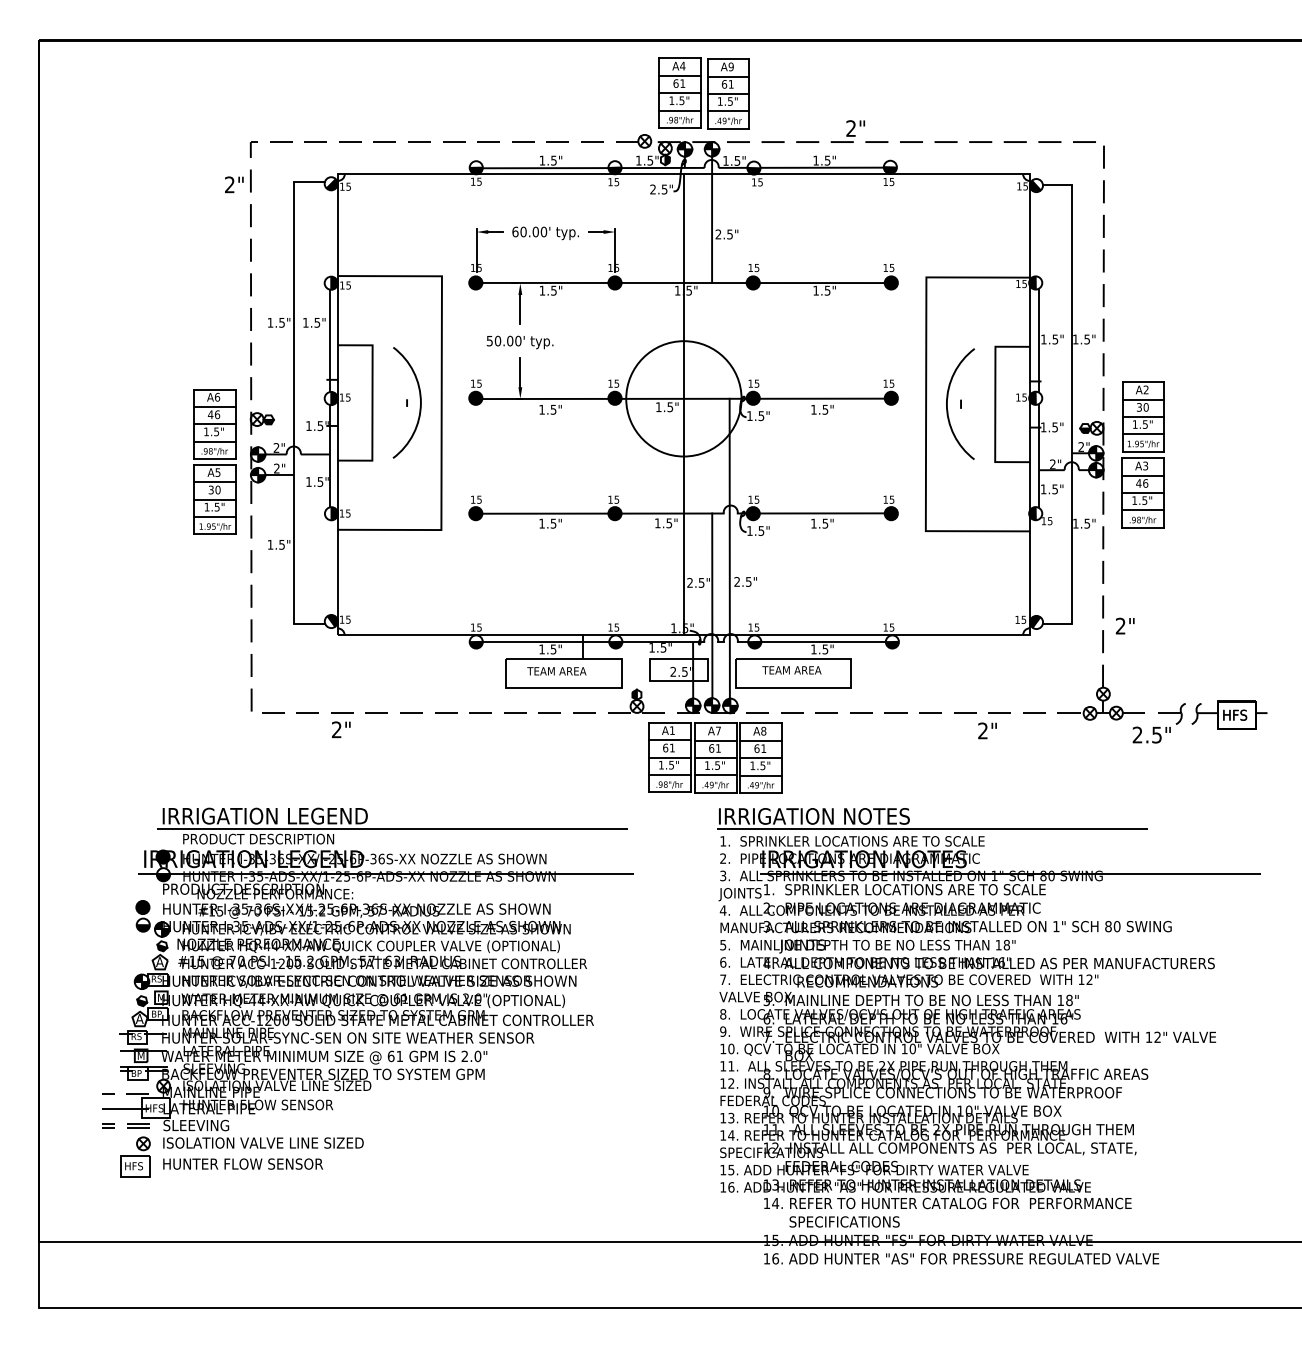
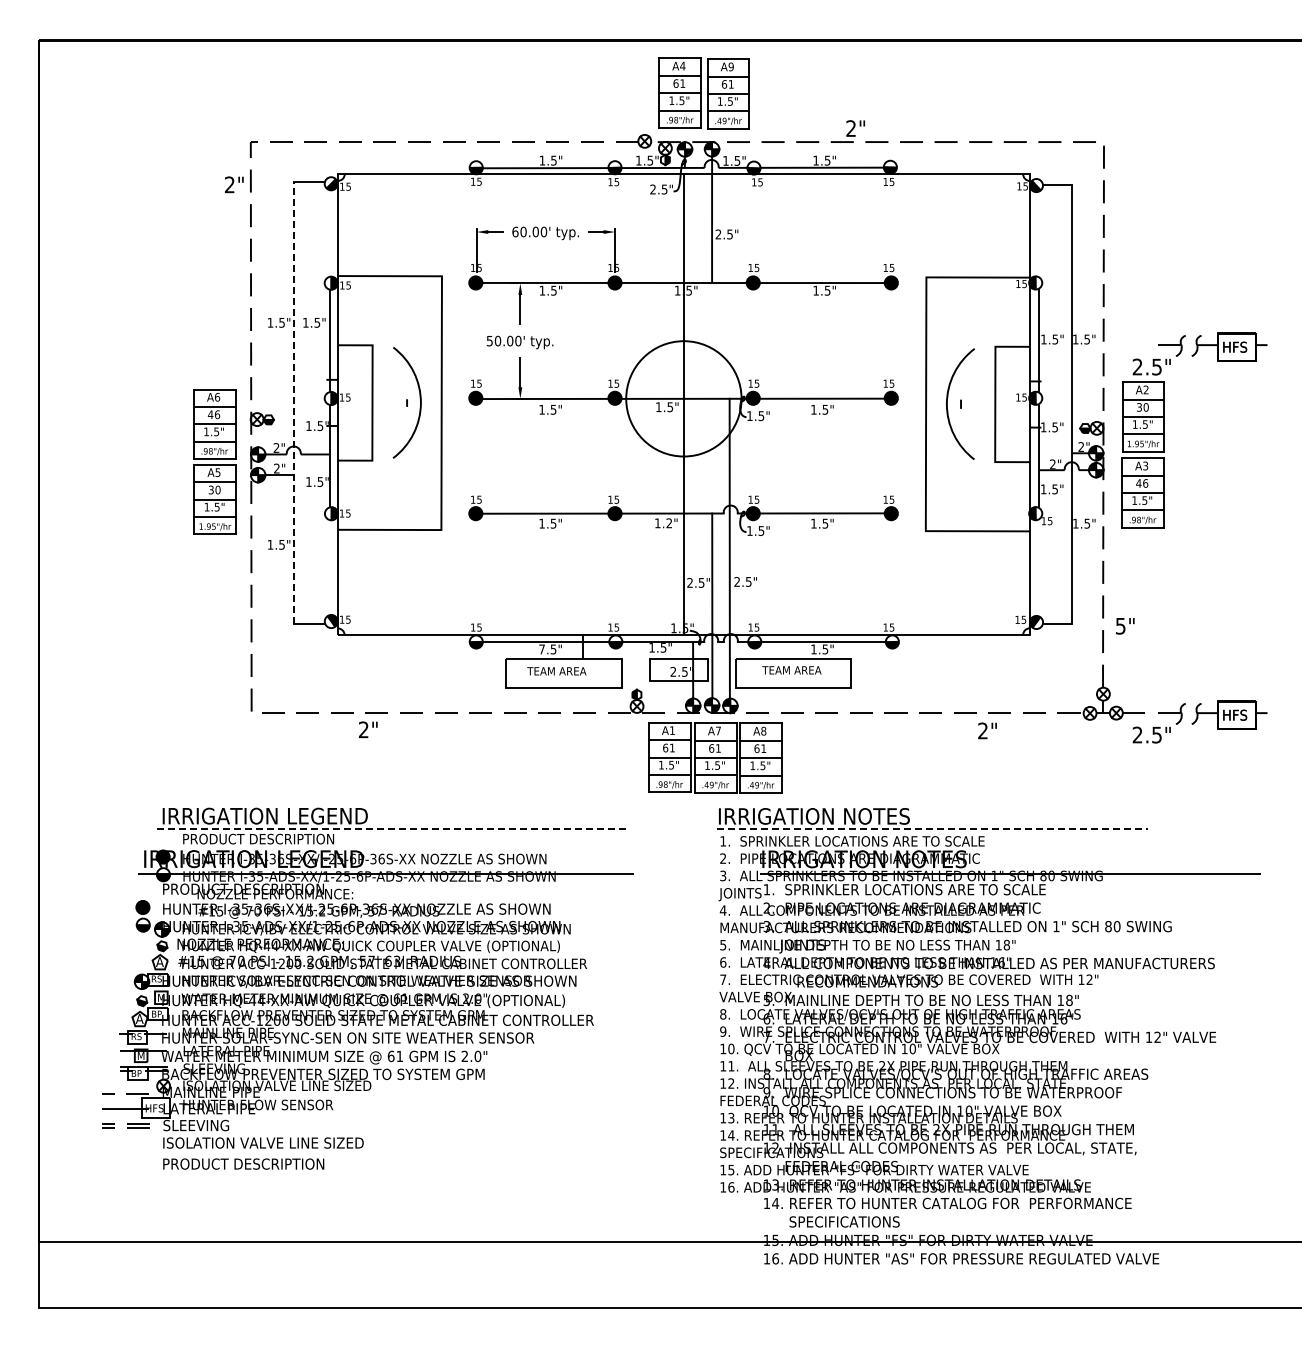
part at (1199, 353): none -> present
line at (293, 403): solid -> dashed
text at (669, 523): 1.5" -> 1.2"
text at (1120, 625): 2" -> 5"
text at (541, 649): 1.5" -> 7.5"
text at (341, 729) position: (341, 729) -> (368, 729)
line at (392, 828): solid -> dashed
line at (932, 829): solid -> dashed
part at (135, 1156): present -> none
text at (244, 1163): HUNTER FLOW SENSOR -> PRODUCT DESCRIPTION
